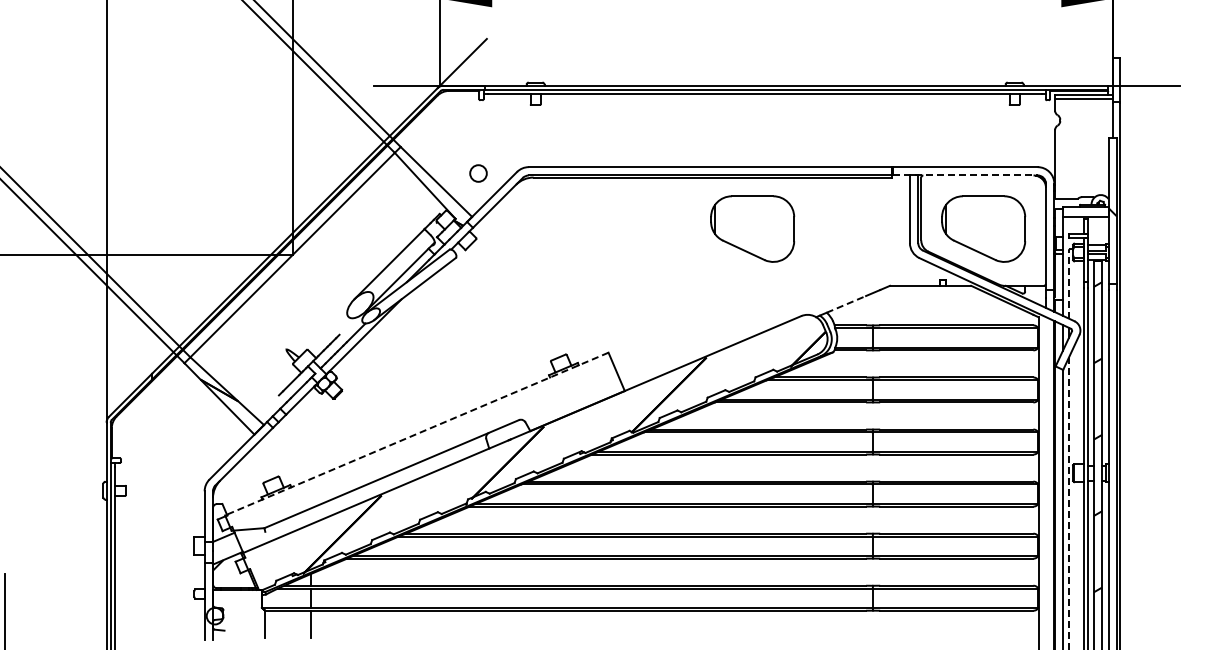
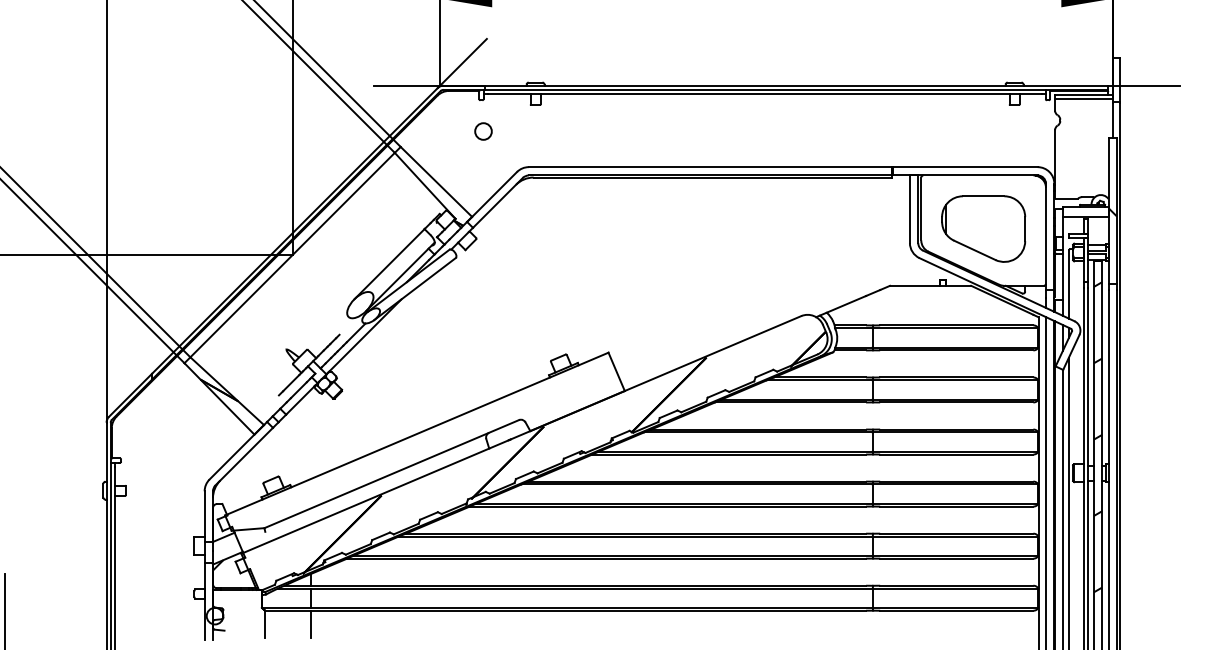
circle at (478, 173) position: (478, 173) -> (483, 131)
line at (965, 175): dashed -> solid
part at (752, 228): present -> none
line at (1068, 284): dashed -> solid
line at (846, 304): dashed -> solid
line at (416, 434): dashed -> solid
line at (1046, 481): none -> present
line at (1068, 503): dashed -> solid
